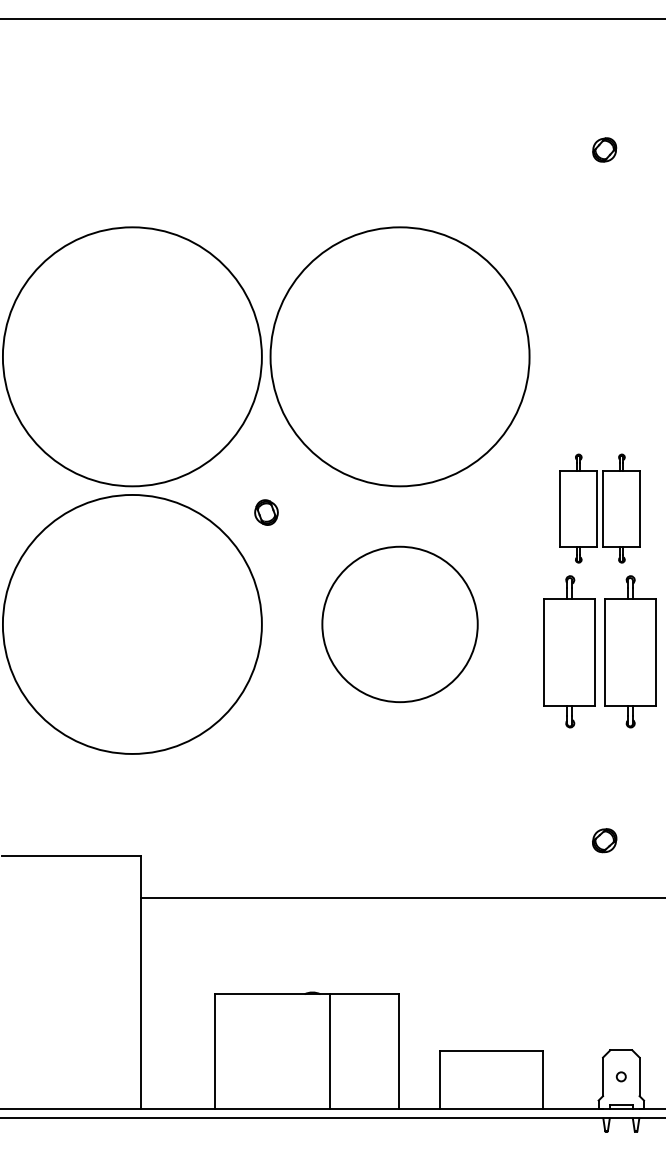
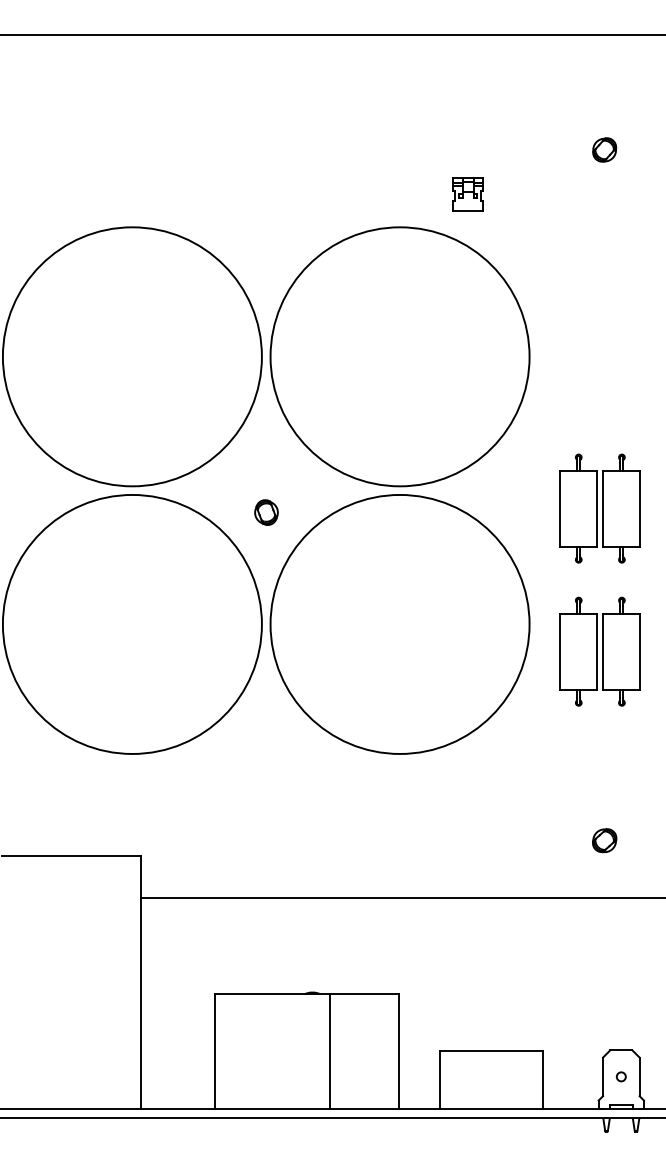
line at (332, 19) position: (332, 19) -> (332, 35)
part at (467, 194): none -> present
circle at (399, 624) diameter: 155 px -> 259 px
part at (599, 651) size: 114x154 px -> 82x111 px
